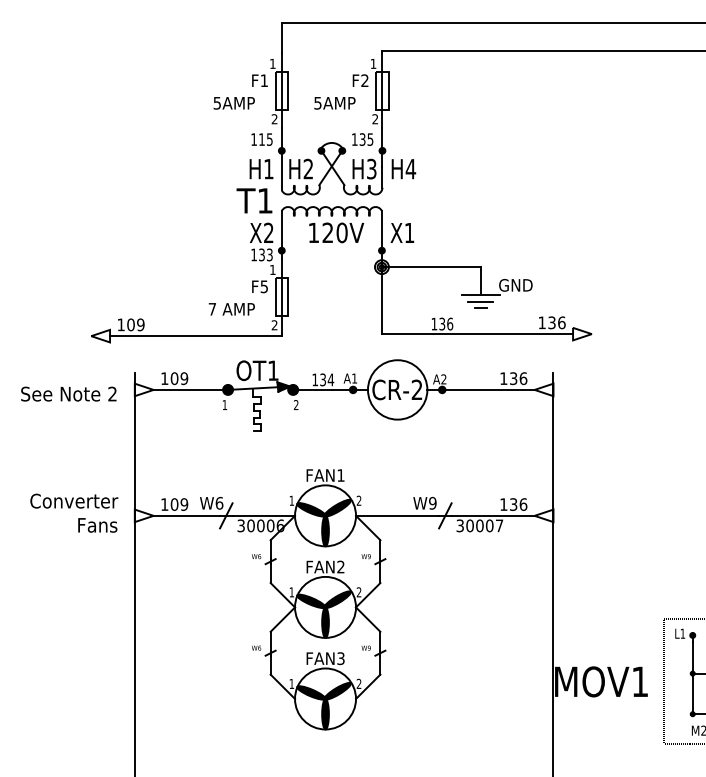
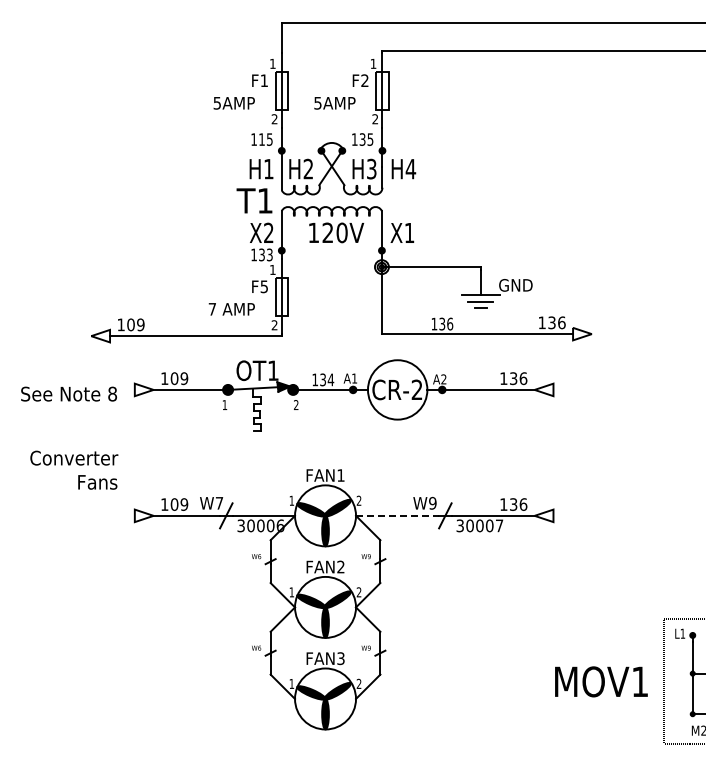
text at (112, 393): 2 -> 8
text at (219, 502): W6 -> W7
text at (74, 512) position: (74, 512) -> (74, 469)
line at (397, 515): solid -> dashed
line at (134, 573): present -> none
line at (553, 573): present -> none
